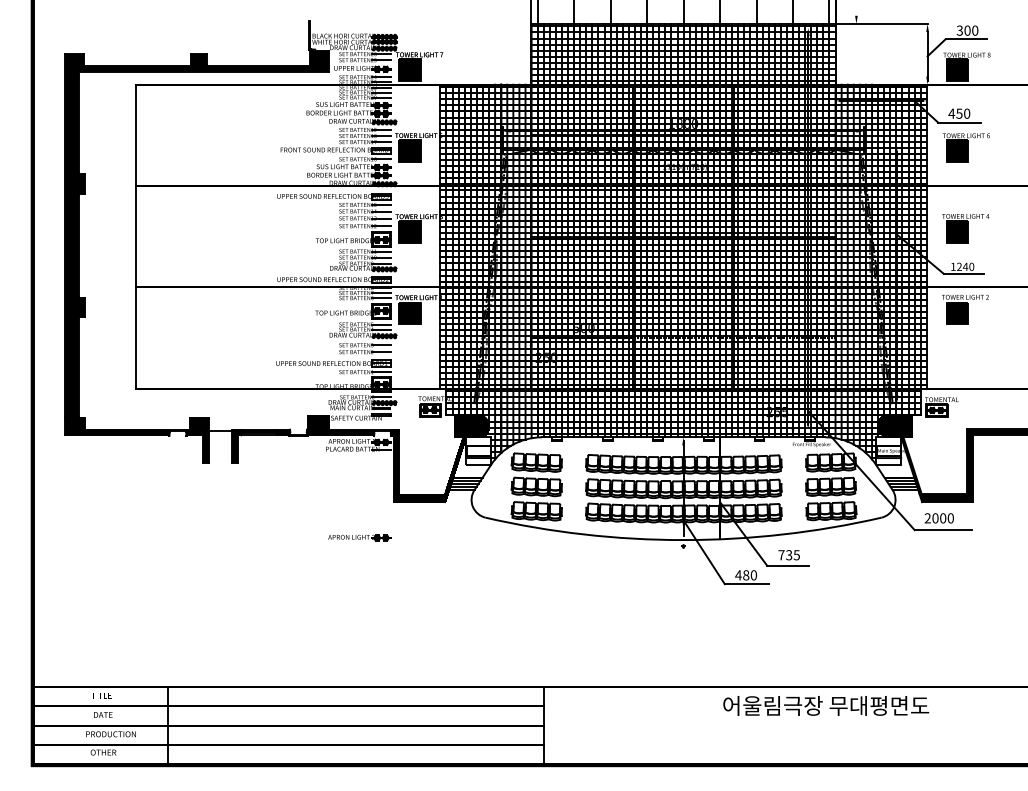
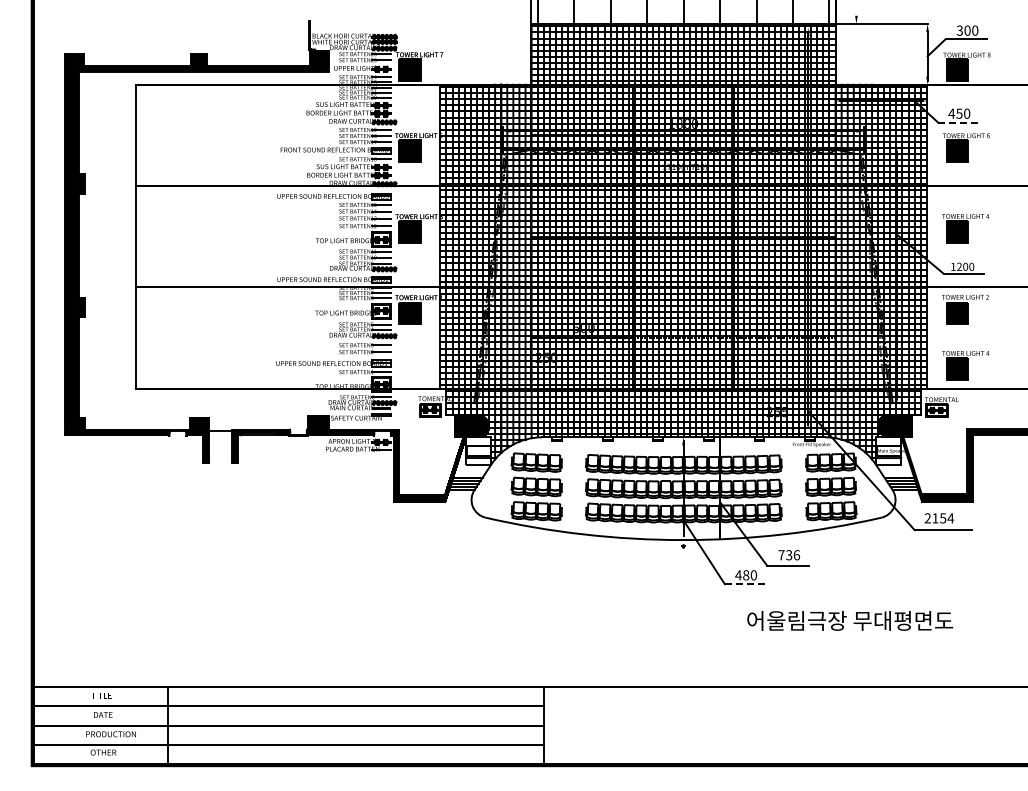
line at (960, 122): solid -> dashed
text at (965, 266): 1240 -> 1200
part at (965, 365): none -> present
text at (943, 518): 2000 -> 2154
part at (359, 537): present -> none
text at (796, 555): 735 -> 736
line at (747, 584): solid -> dashed
text at (826, 705) position: (826, 705) -> (850, 620)
